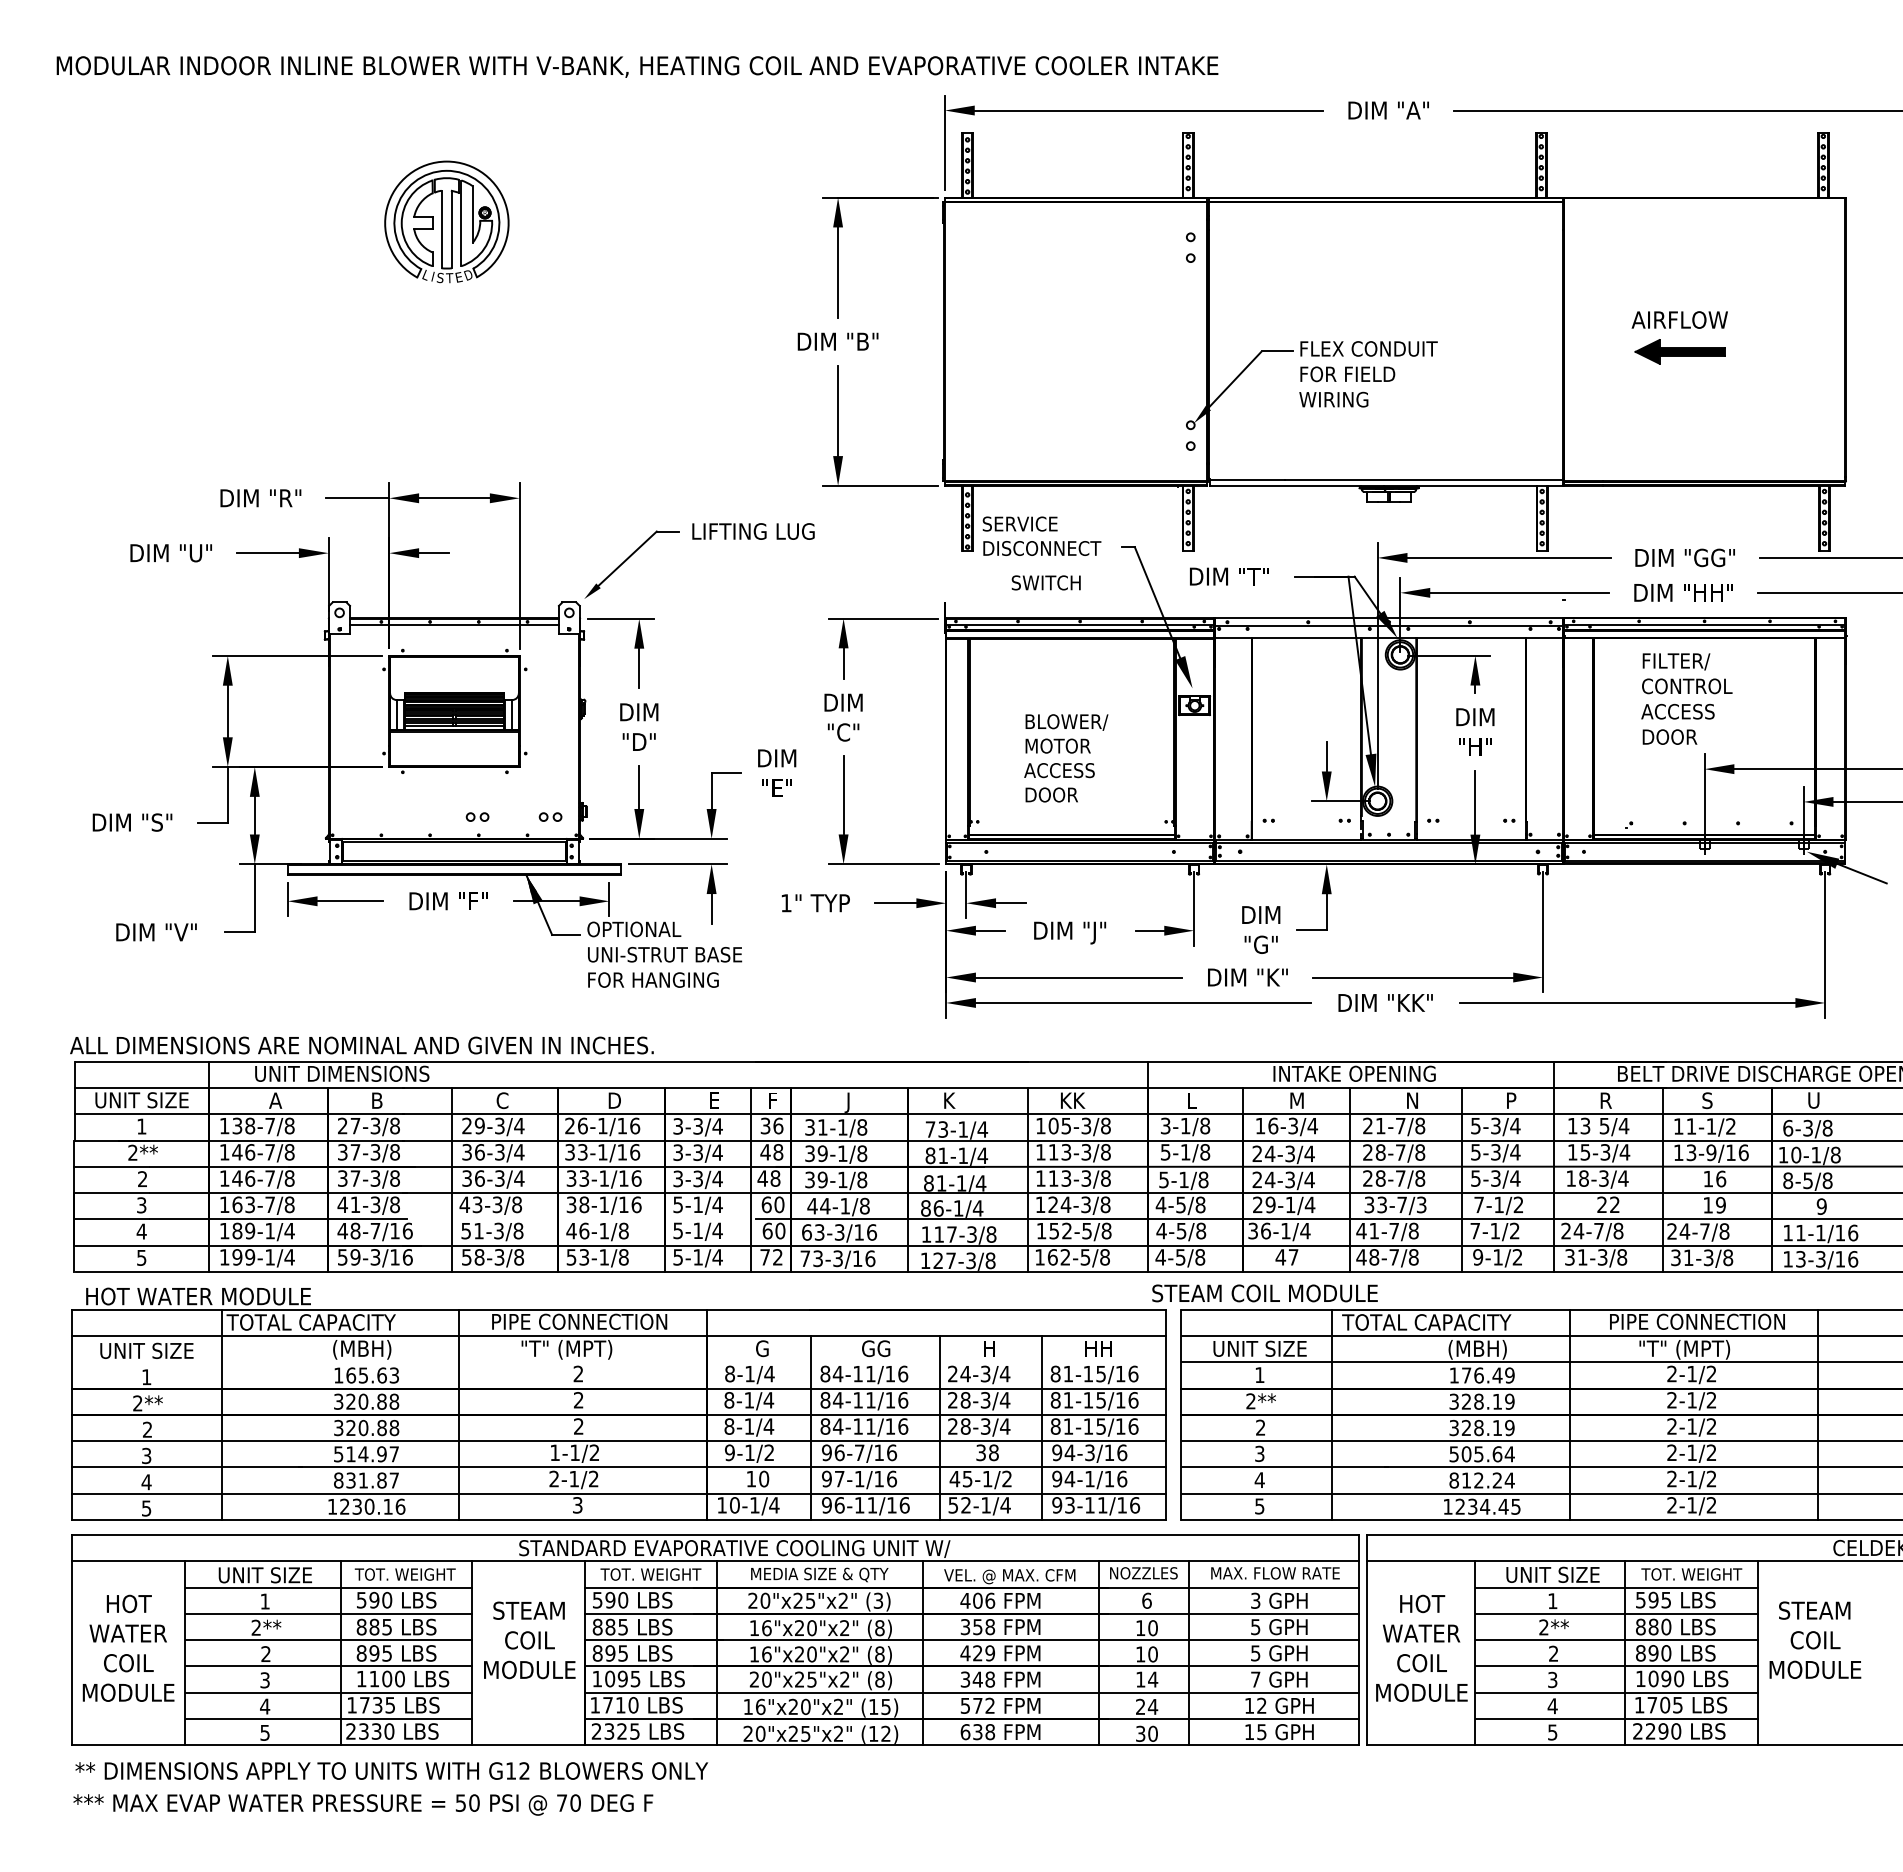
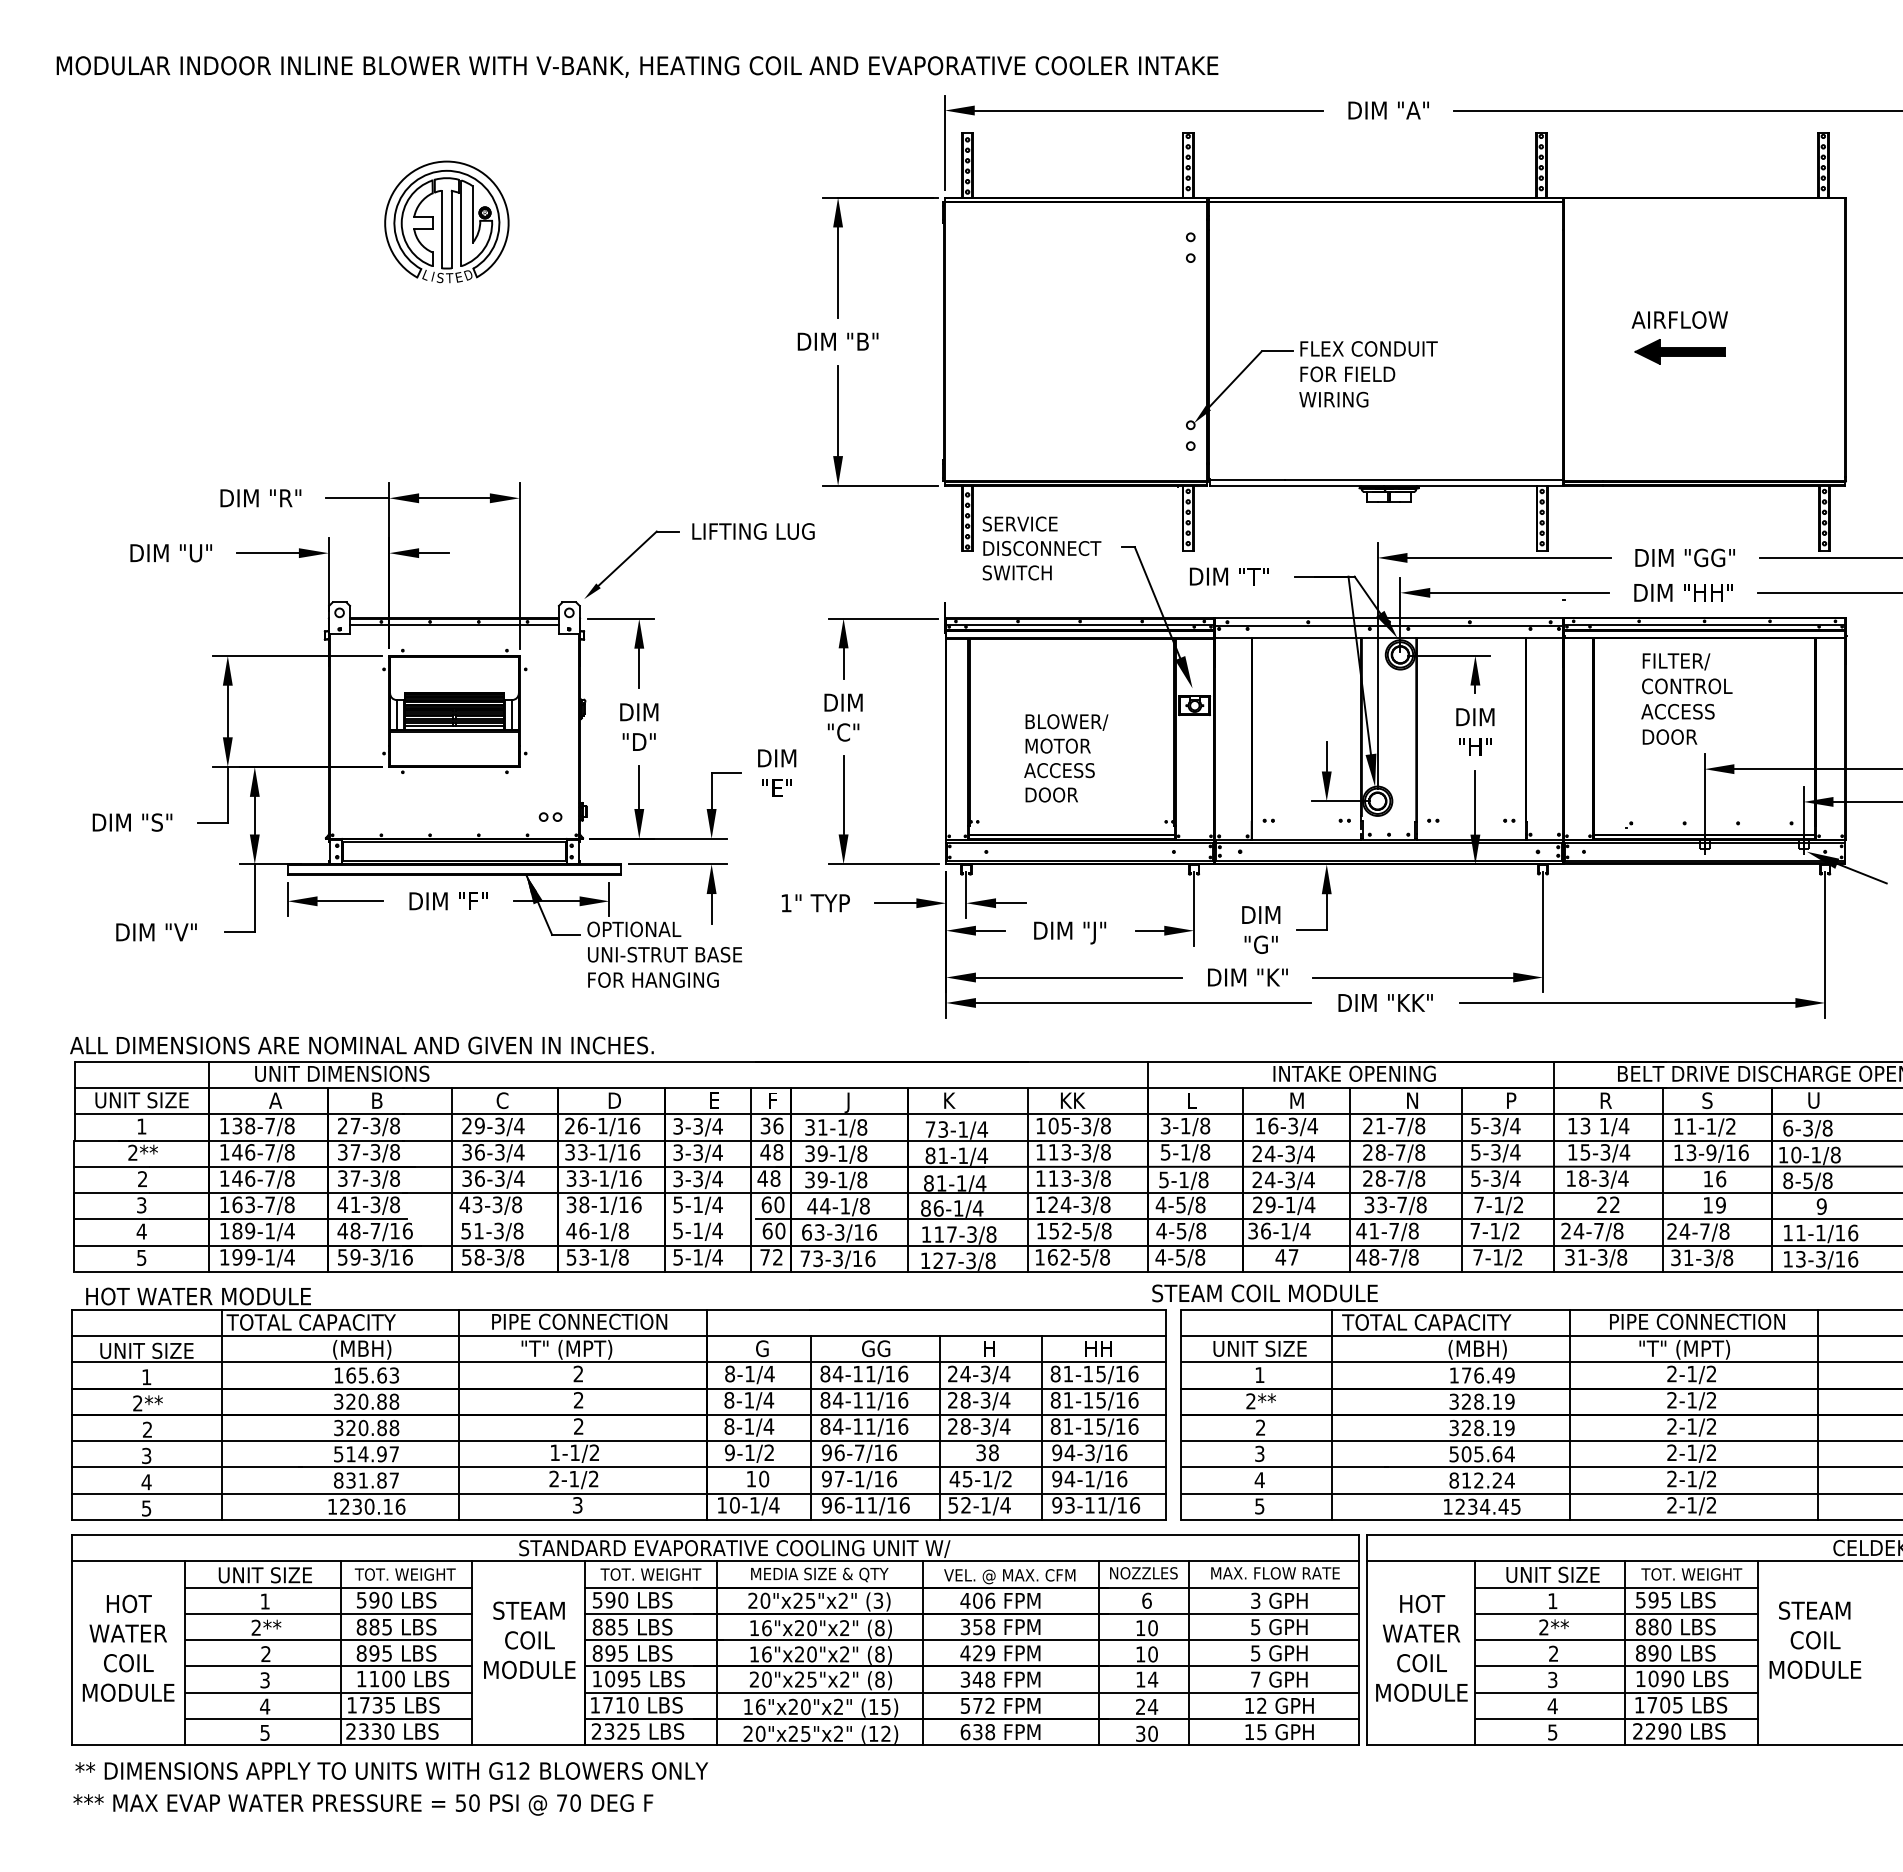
text at (1045, 582) position: (1045, 582) -> (1016, 572)
part at (477, 816): present -> none
text at (1604, 1126): 5/4 -> 1/4
text at (1421, 1204): 33-7/3 -> 33-7/8
text at (1478, 1257): 9-1/2 -> 7-1/2
line at (619, 1362): none -> present
